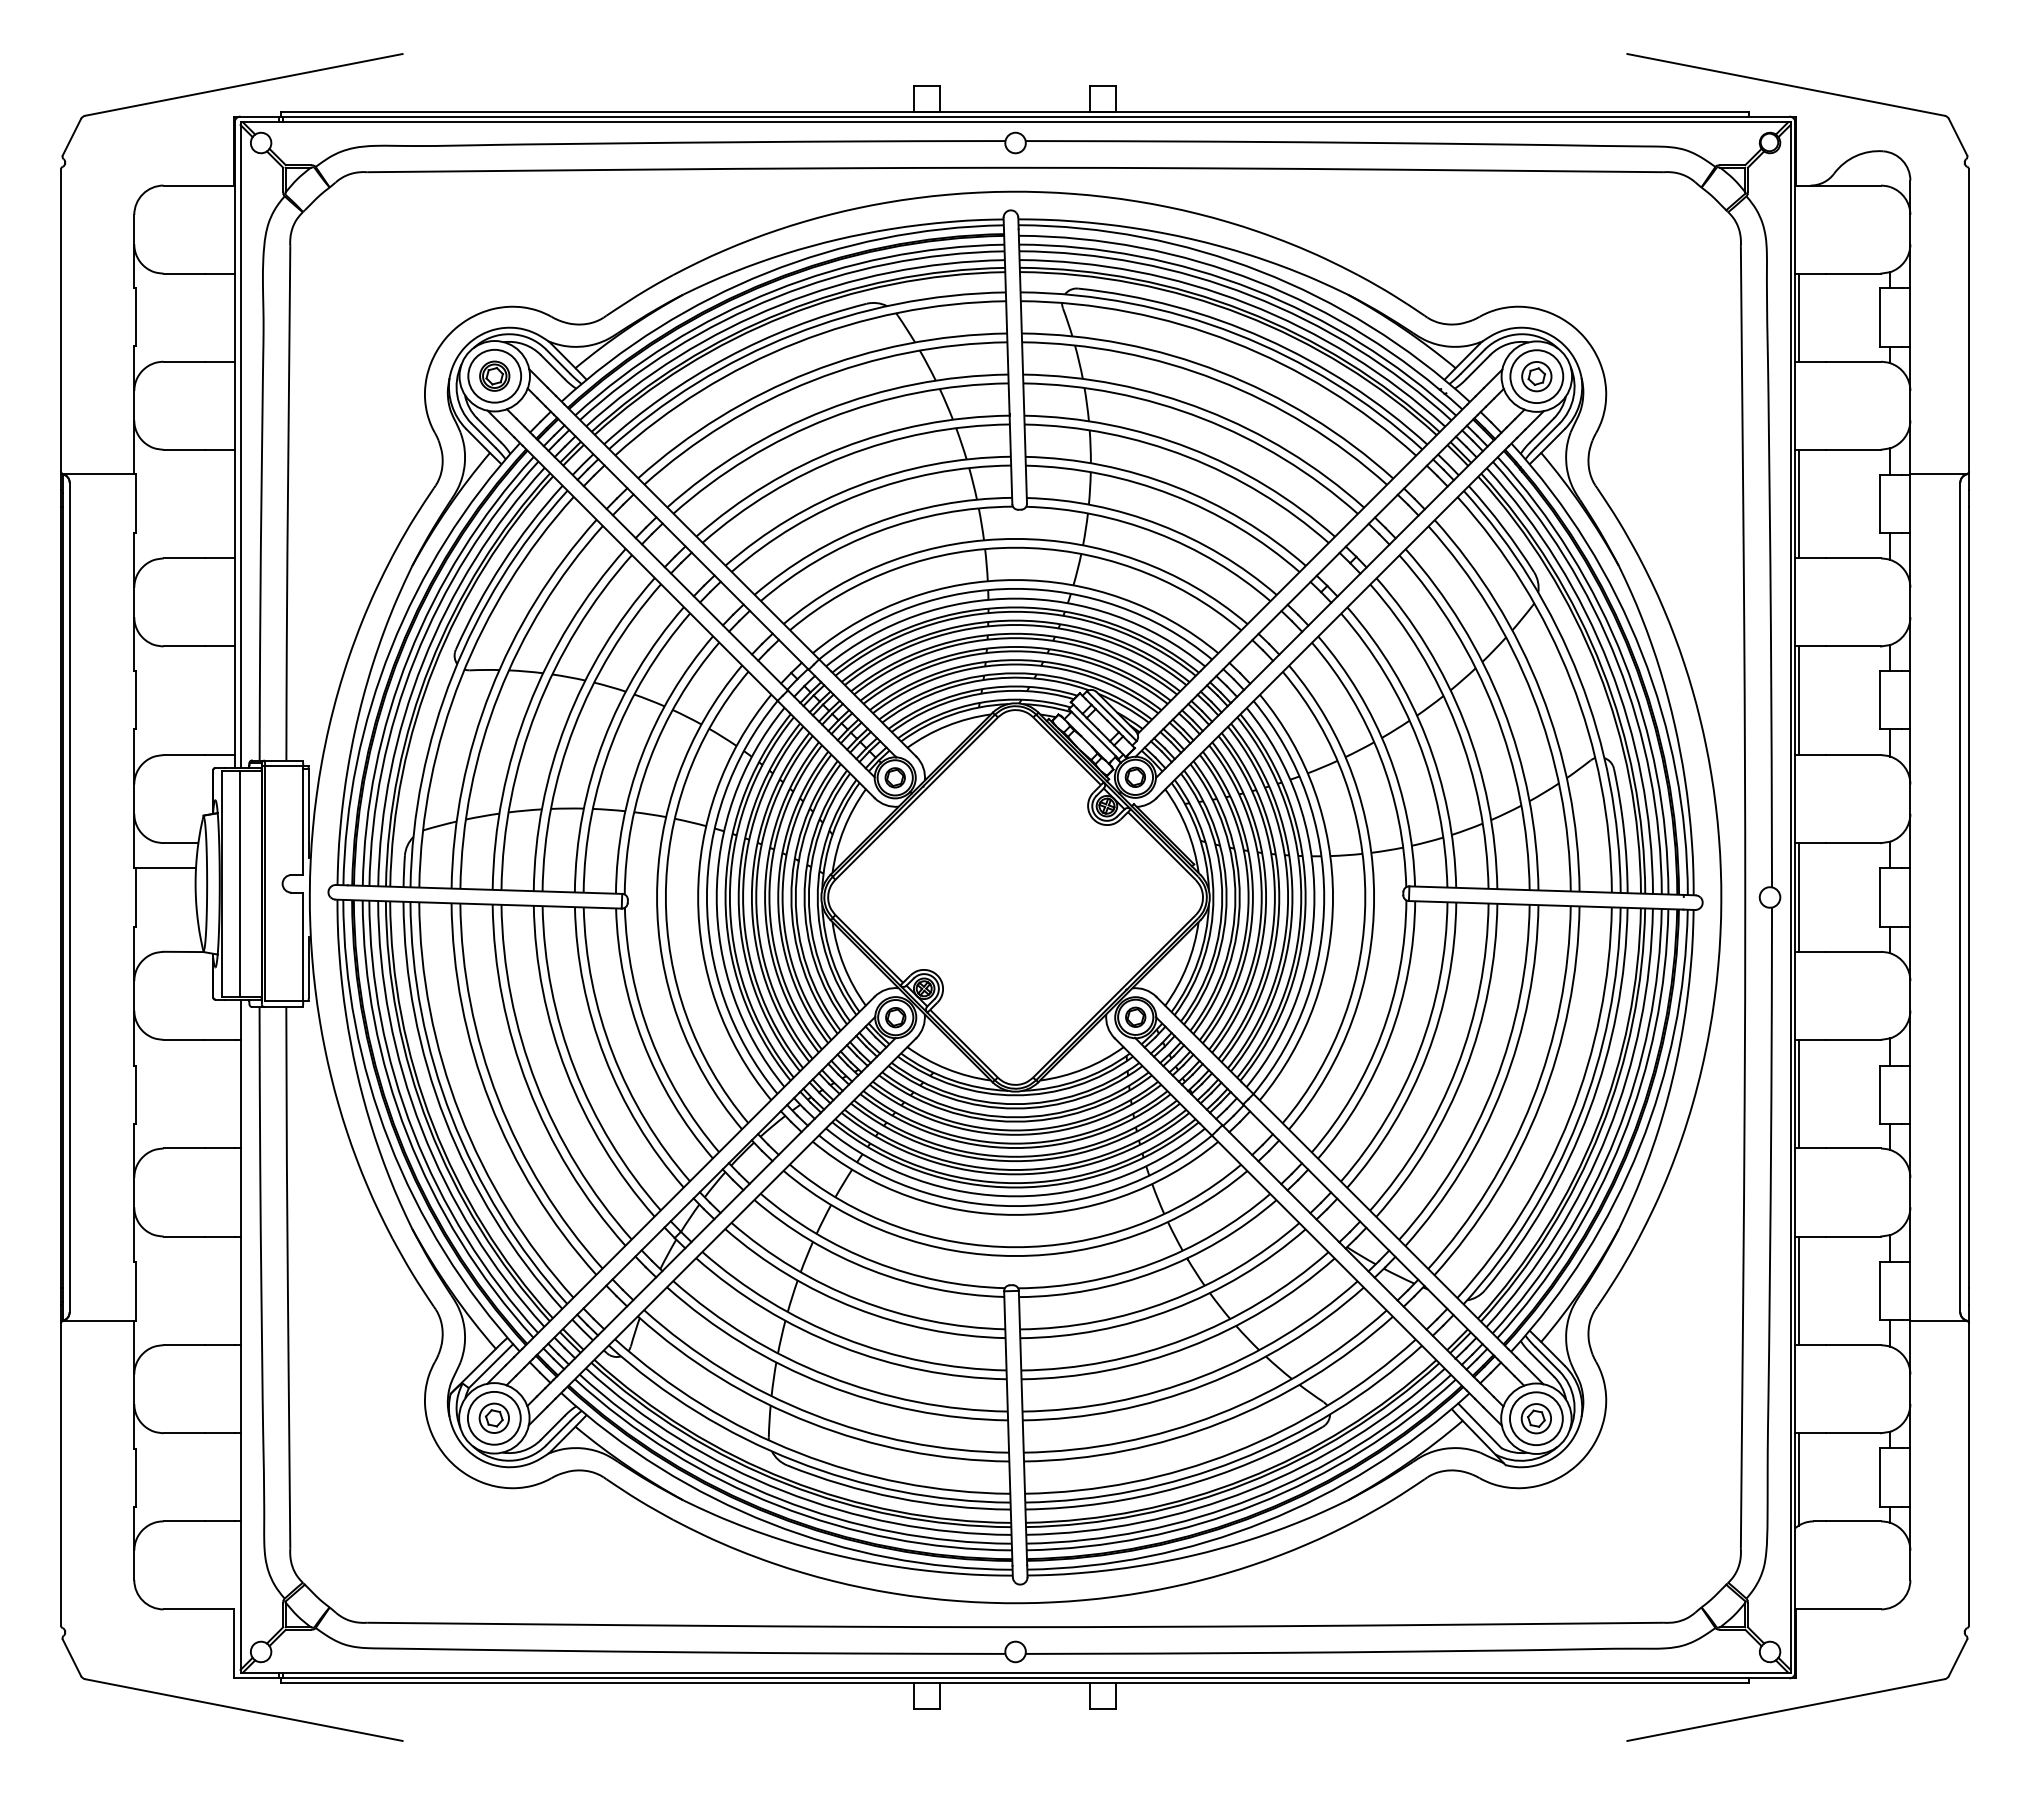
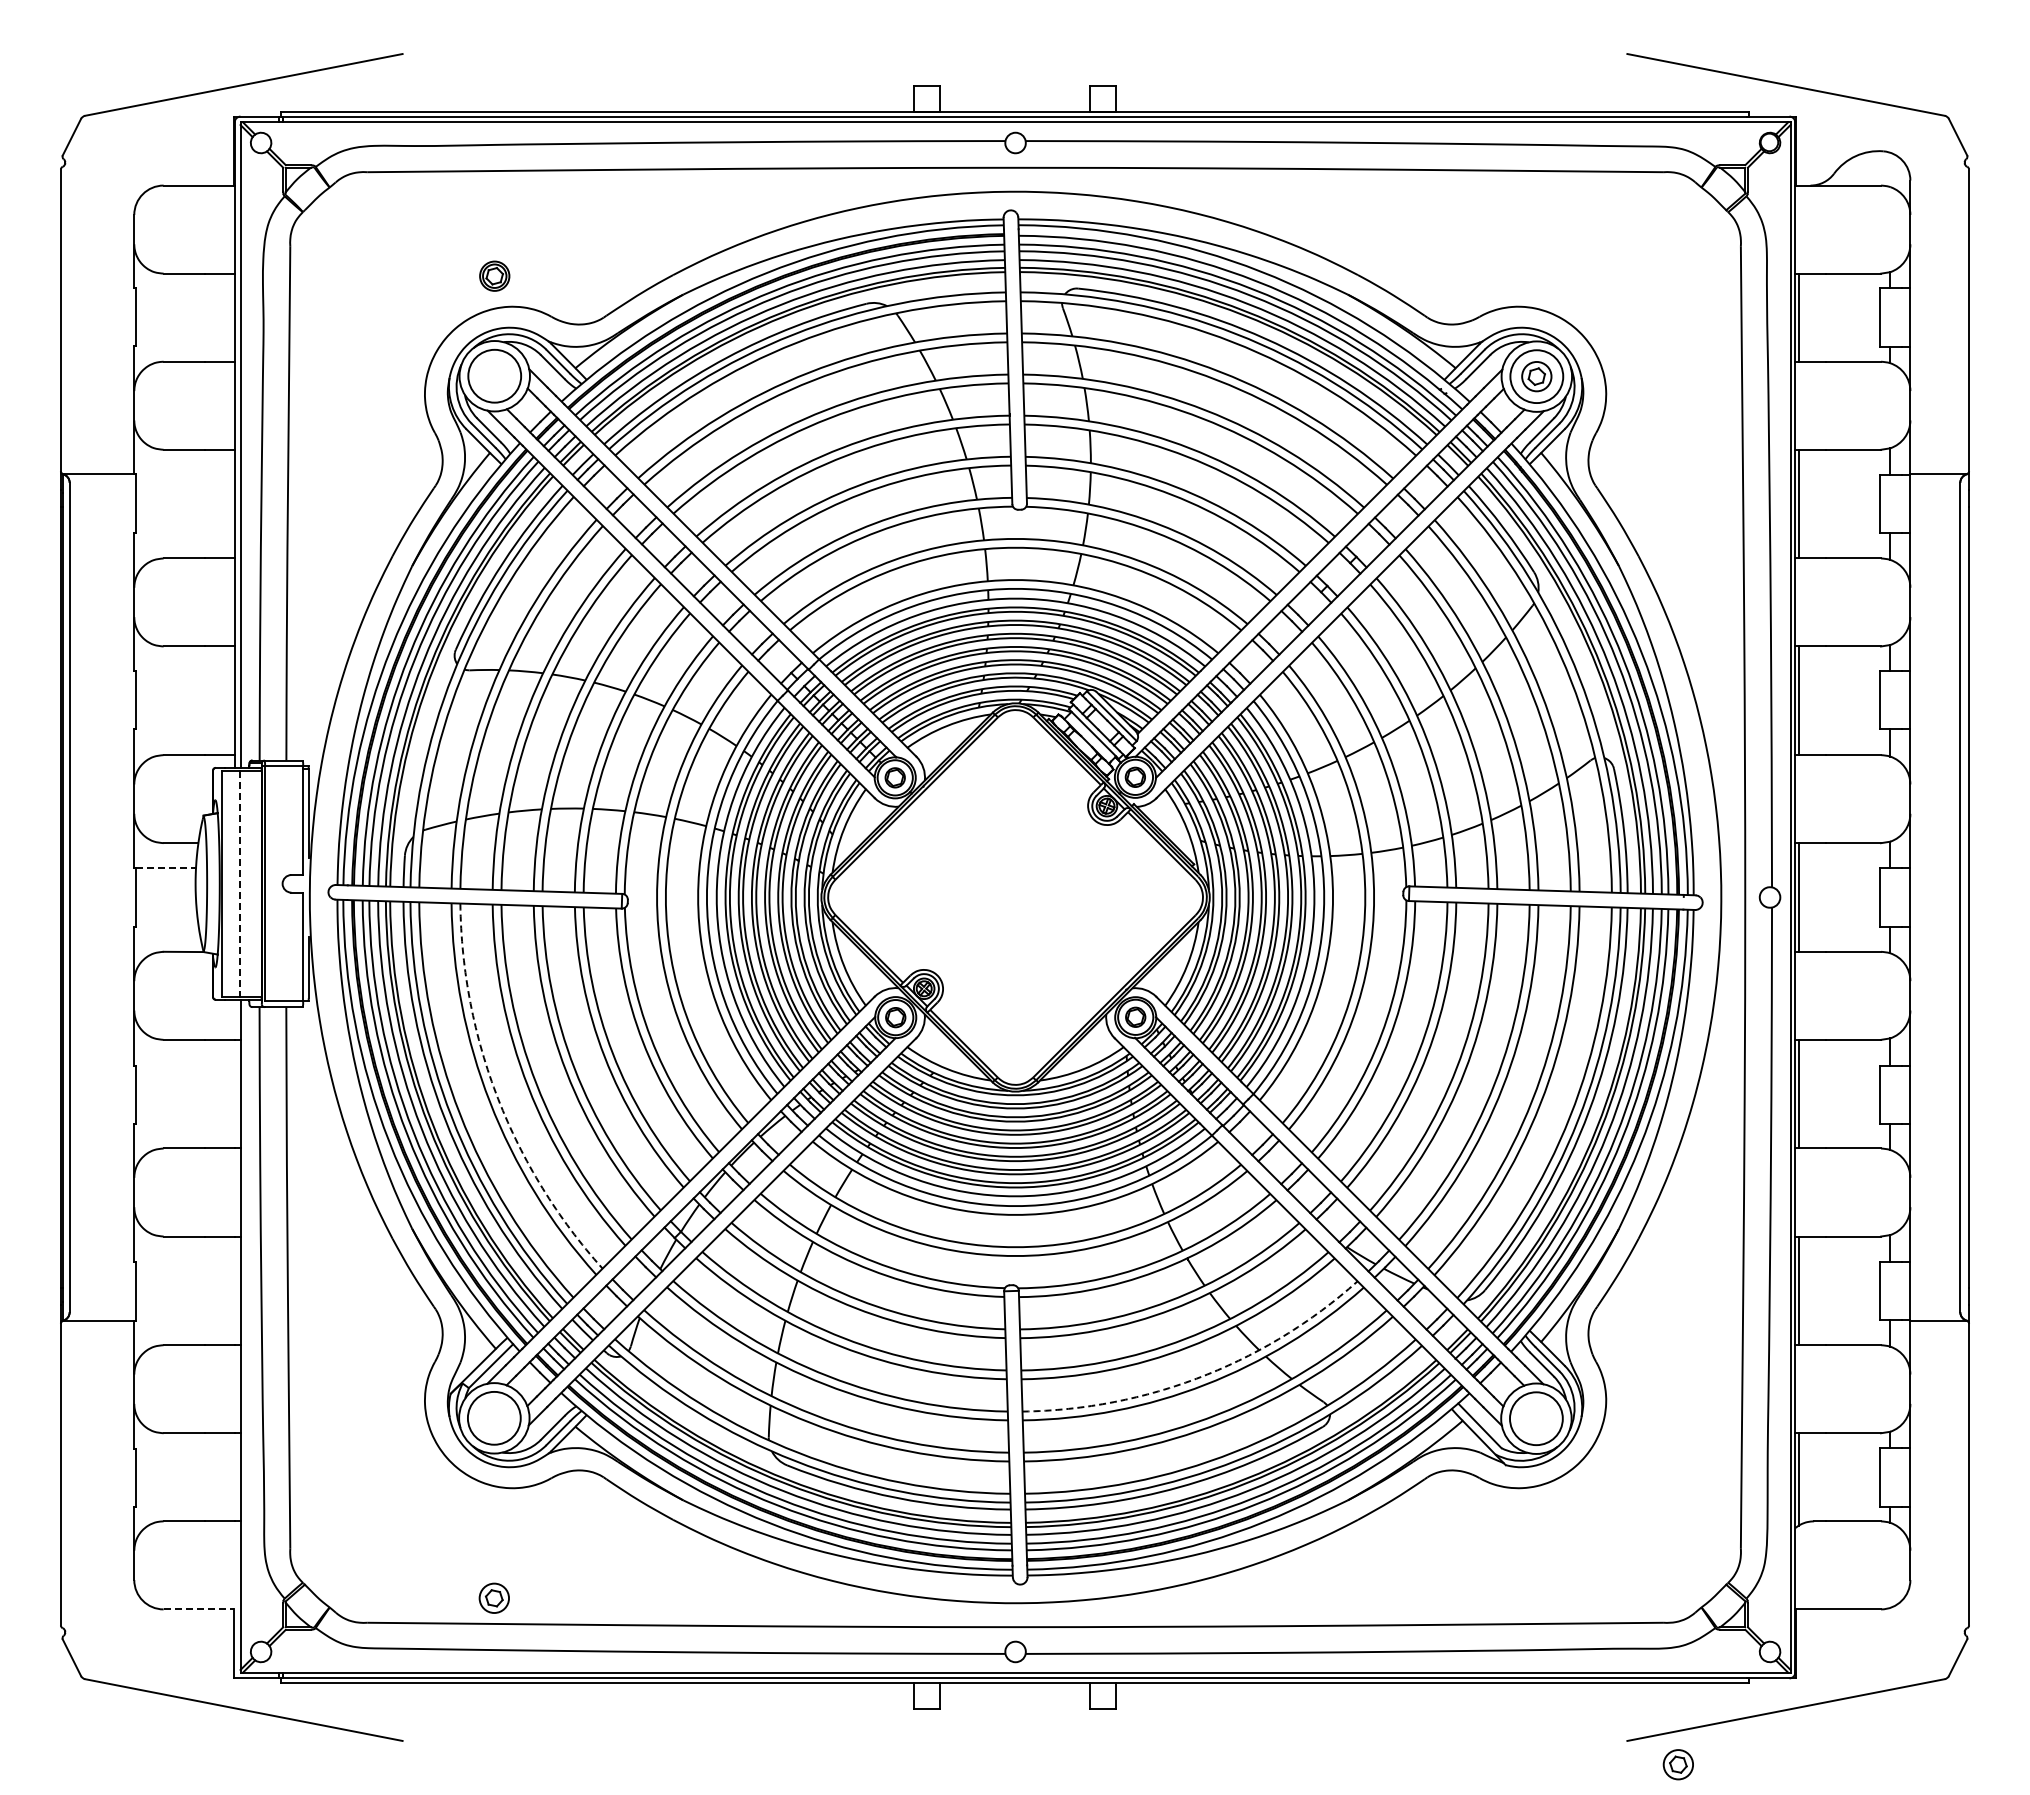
part at (494, 375) position: (494, 375) -> (494, 275)
line at (166, 868): solid -> dashed
line at (240, 884): solid -> dashed
arc at (498, 1099): solid -> dashed
arc at (1201, 1376): solid -> dashed
part at (493, 1417) position: (493, 1417) -> (493, 1597)
part at (1535, 1418) position: (1535, 1418) -> (1677, 1764)
line at (199, 1609): solid -> dashed
